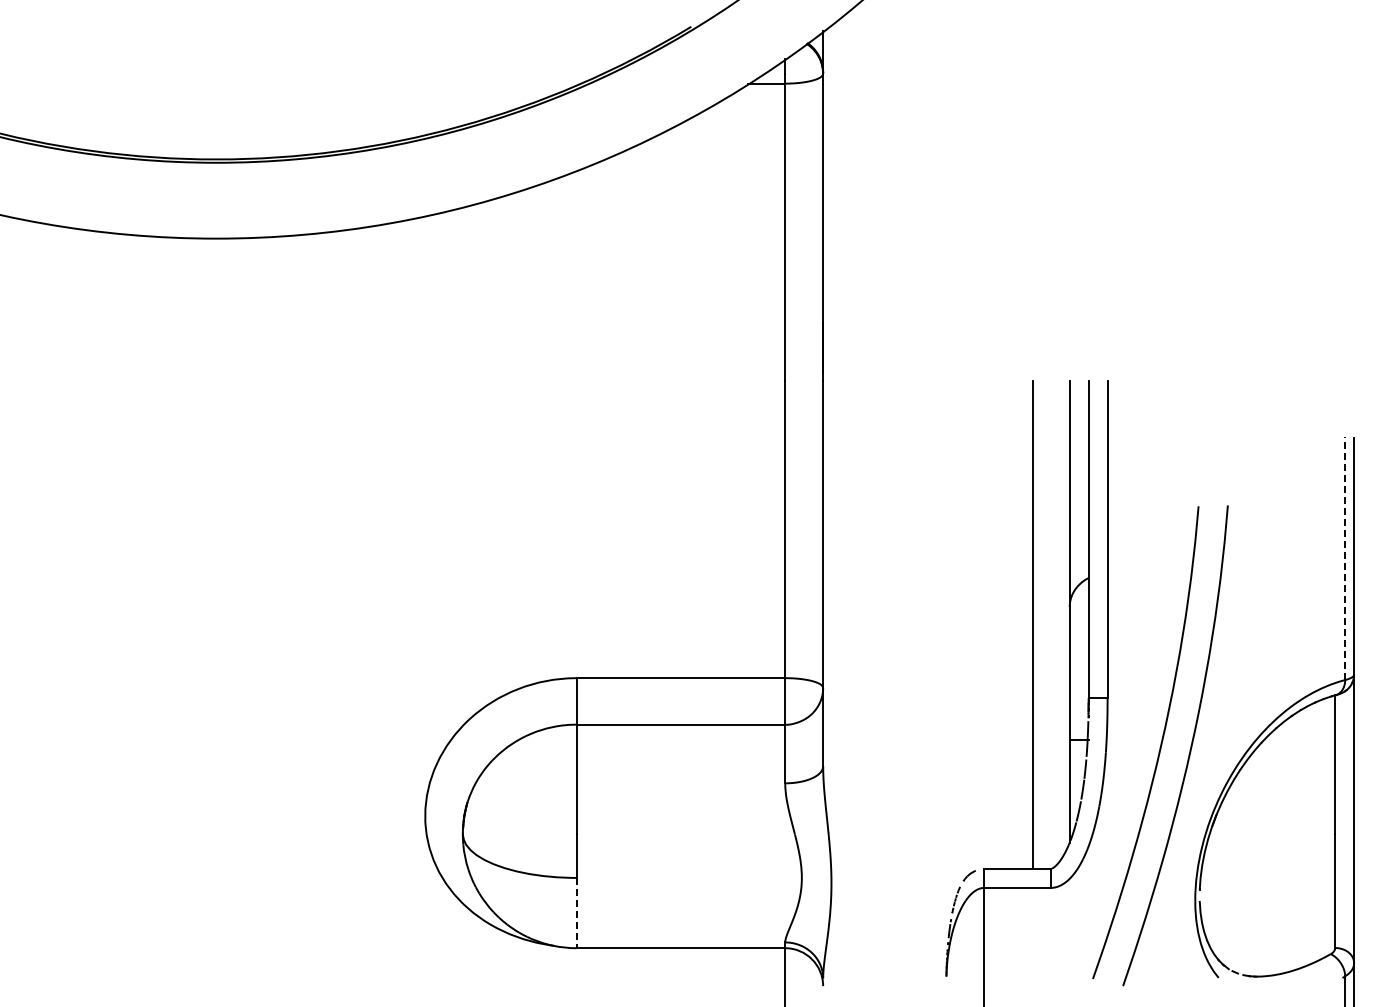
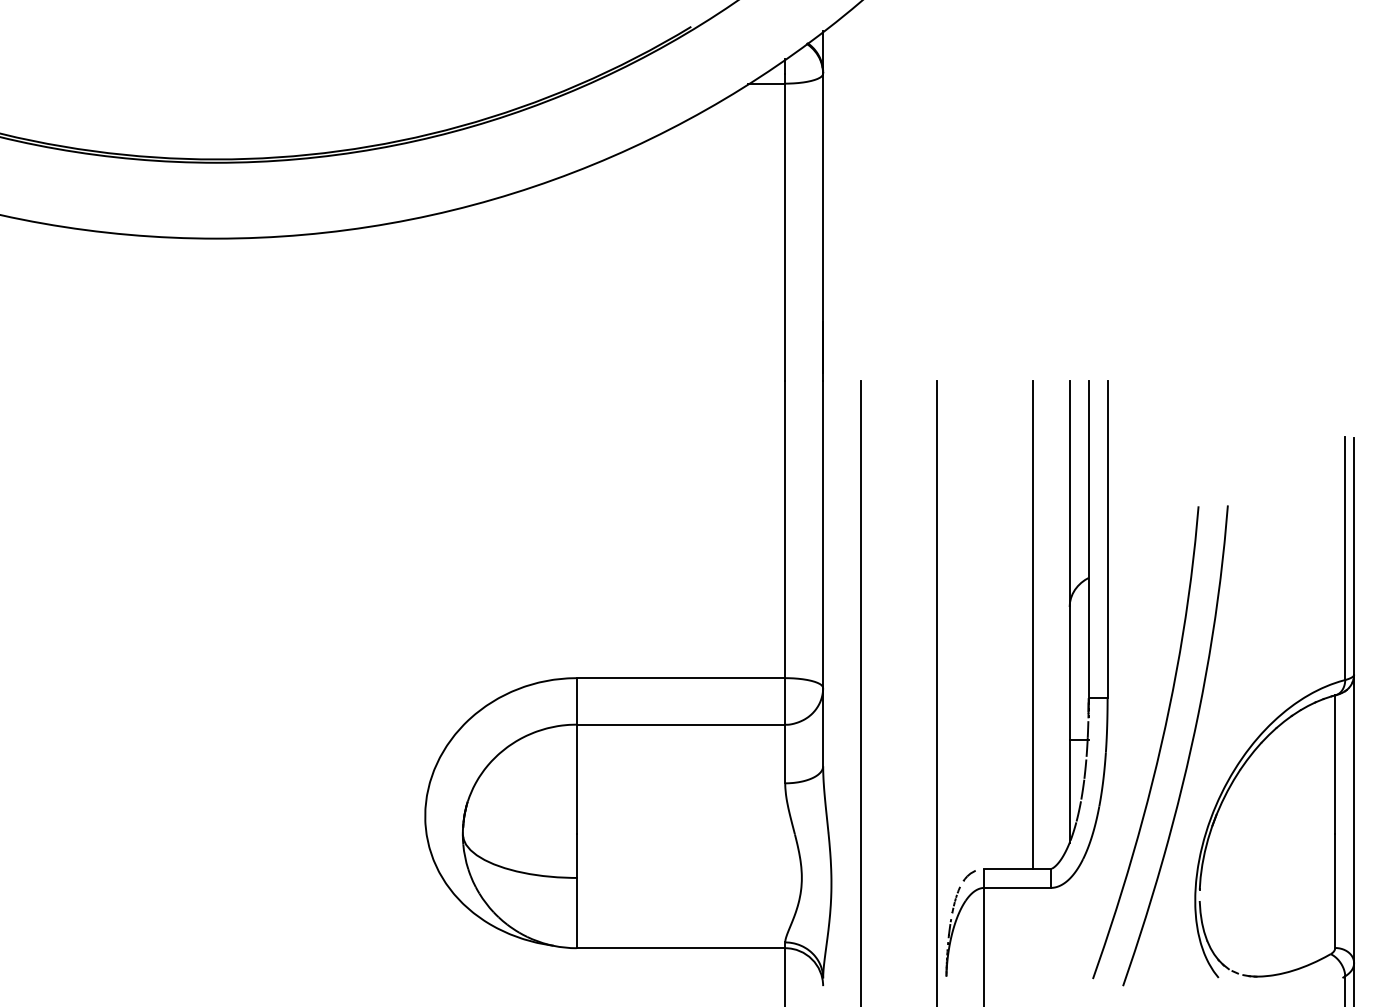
line at (1345, 558): dashed -> solid
line at (861, 691): none -> present
line at (936, 691): none -> present
line at (576, 913): dashed -> solid
